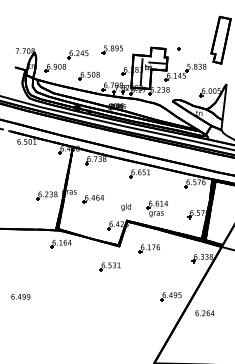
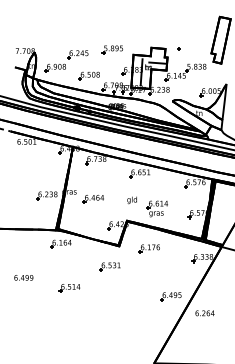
text at (125, 207) position: (125, 207) -> (131, 200)
part at (69, 288): none -> present
text at (20, 296) position: (20, 296) -> (23, 277)
